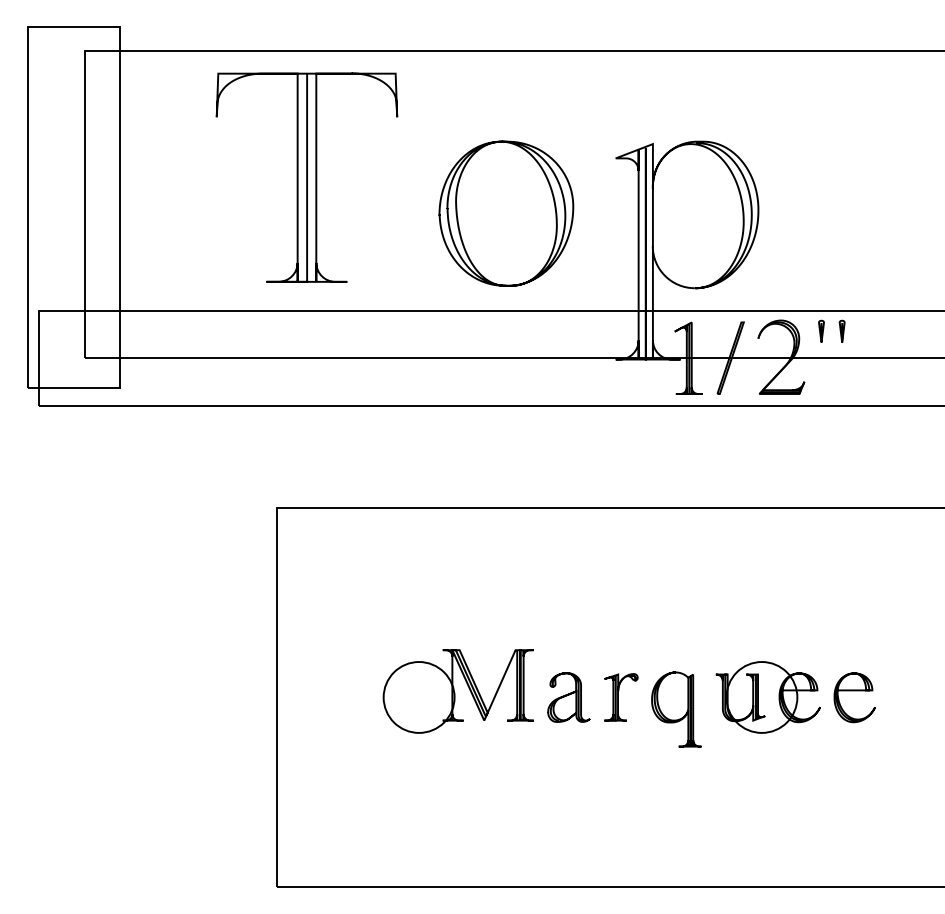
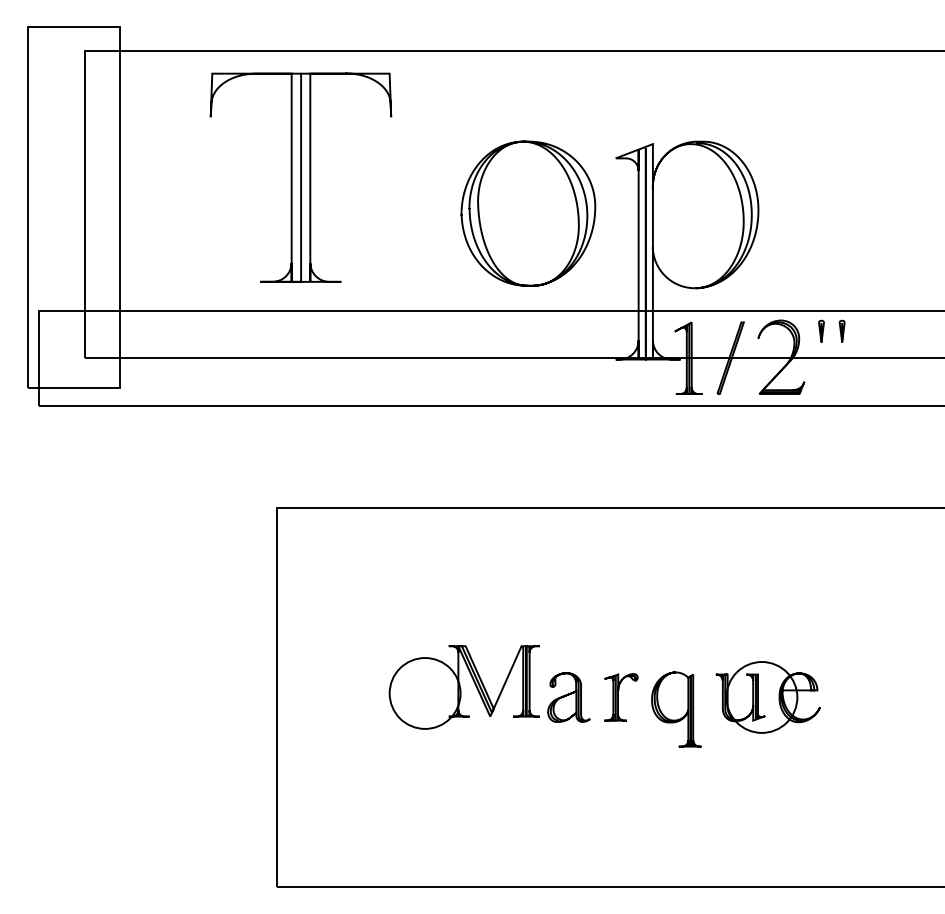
curve at (306, 177) position: (306, 177) -> (300, 177)
curve at (554, 209) position: (554, 209) -> (576, 209)
part at (457, 691) position: (457, 691) -> (463, 687)
curve at (854, 691): present -> none
